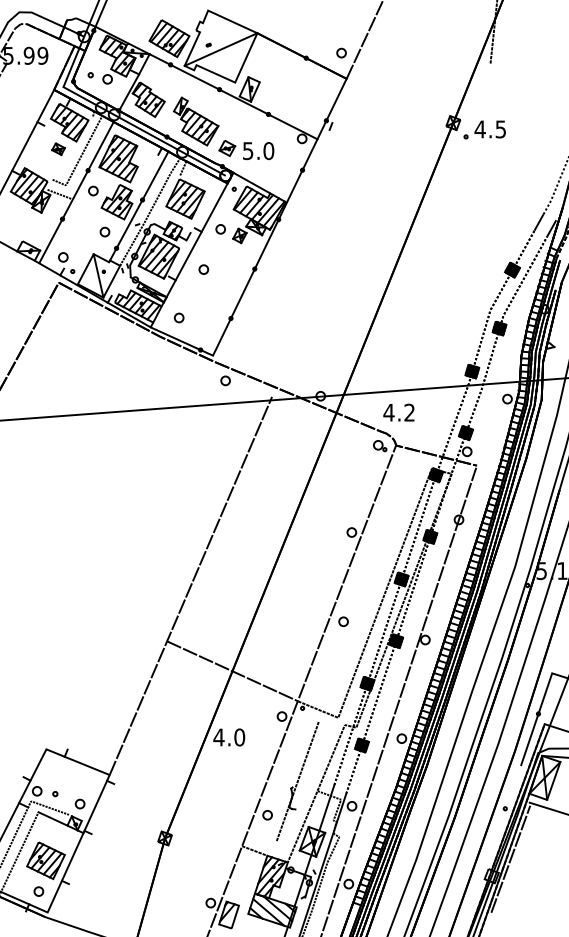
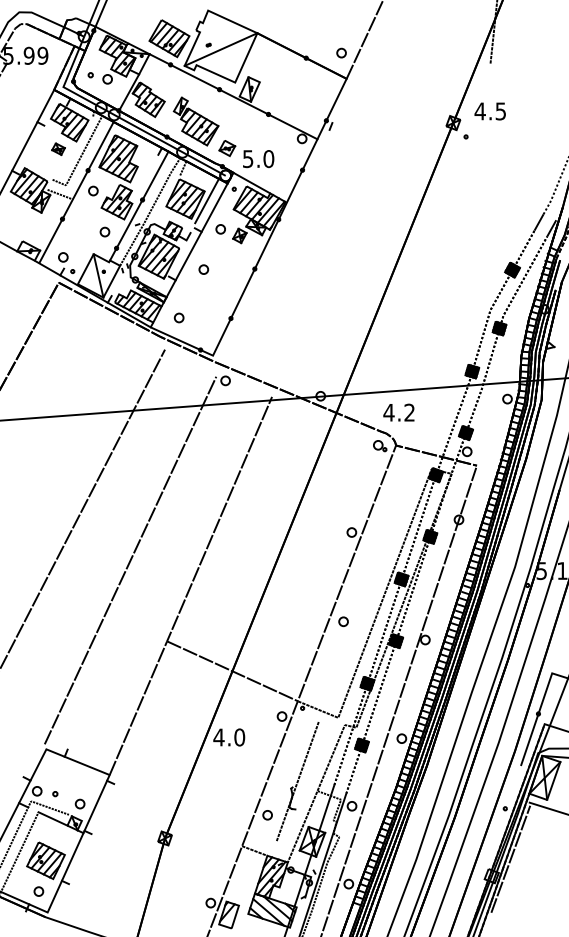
text at (489, 129) position: (489, 129) -> (489, 111)
text at (258, 151) position: (258, 151) -> (258, 159)
line at (207, 200): none -> present
line at (83, 506): none -> present
line at (130, 560): none -> present
